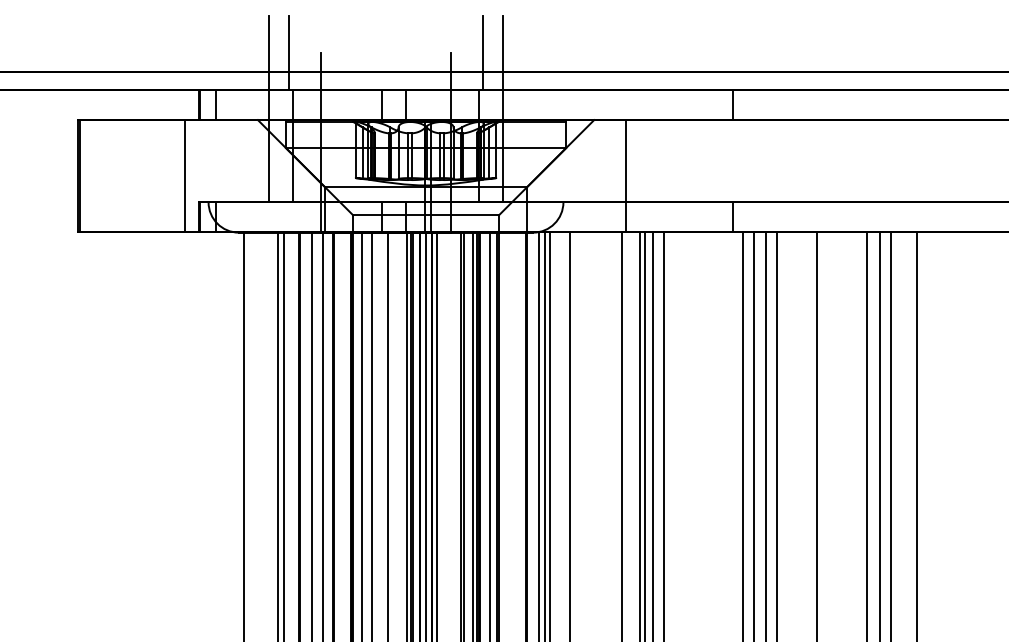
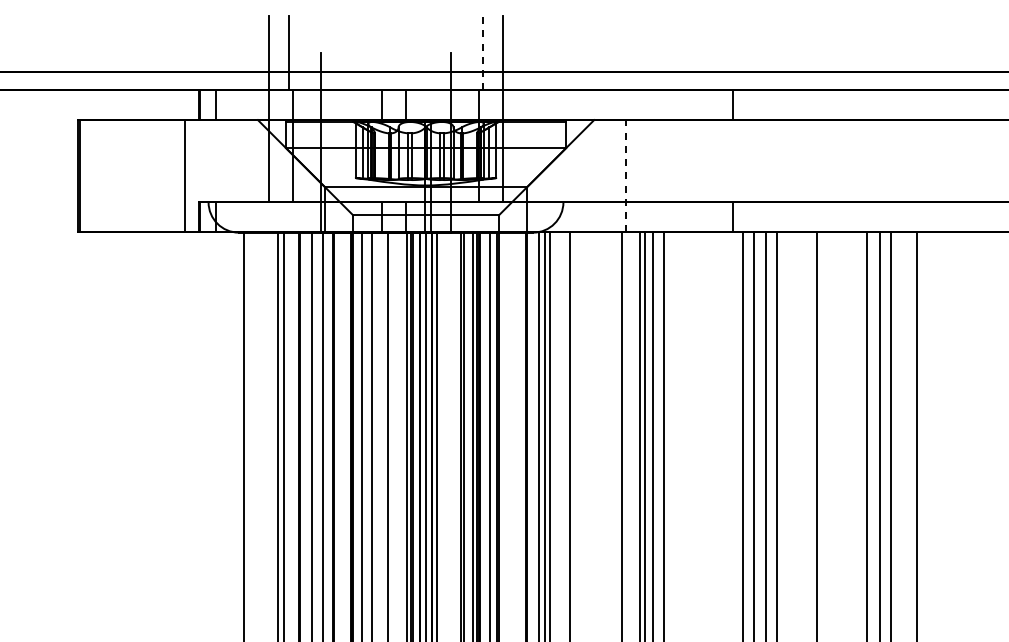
line at (483, 52): solid -> dashed
line at (626, 175): solid -> dashed
